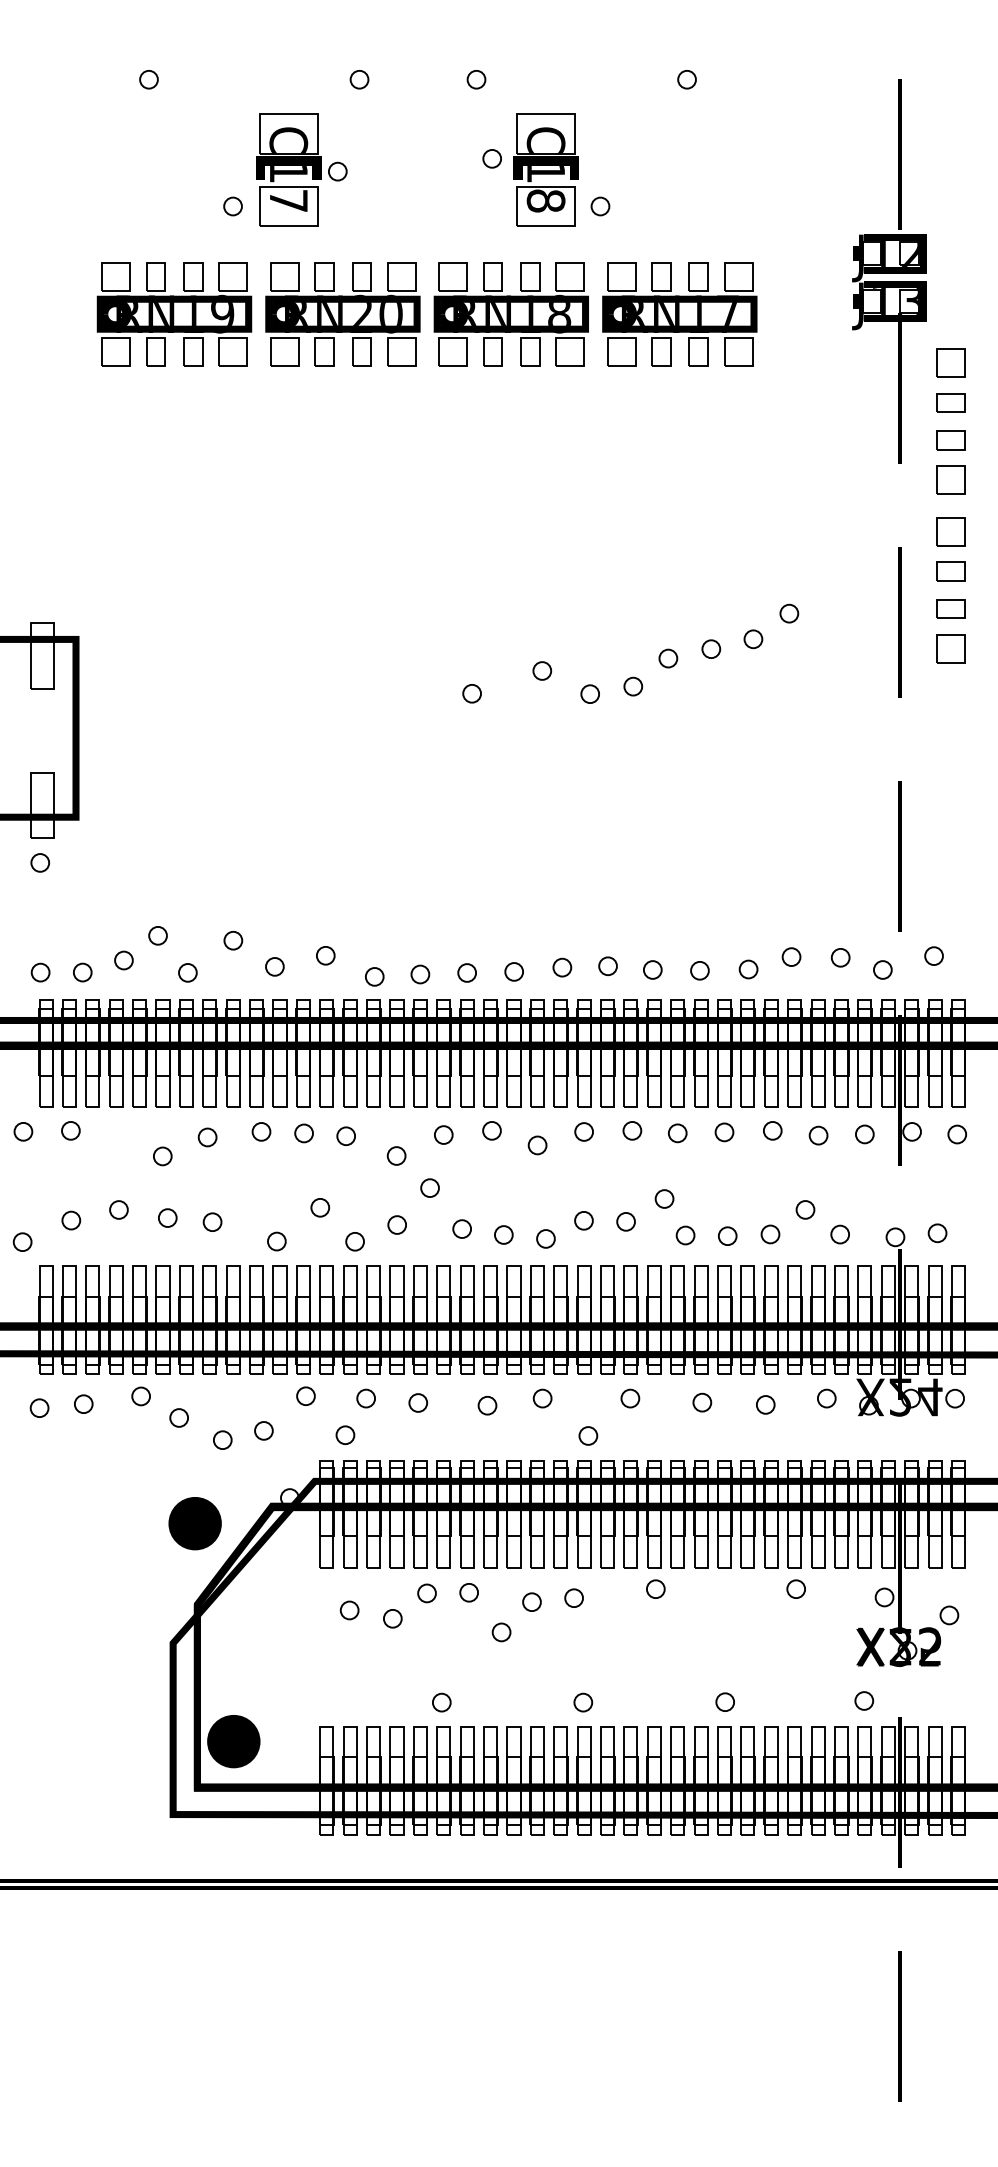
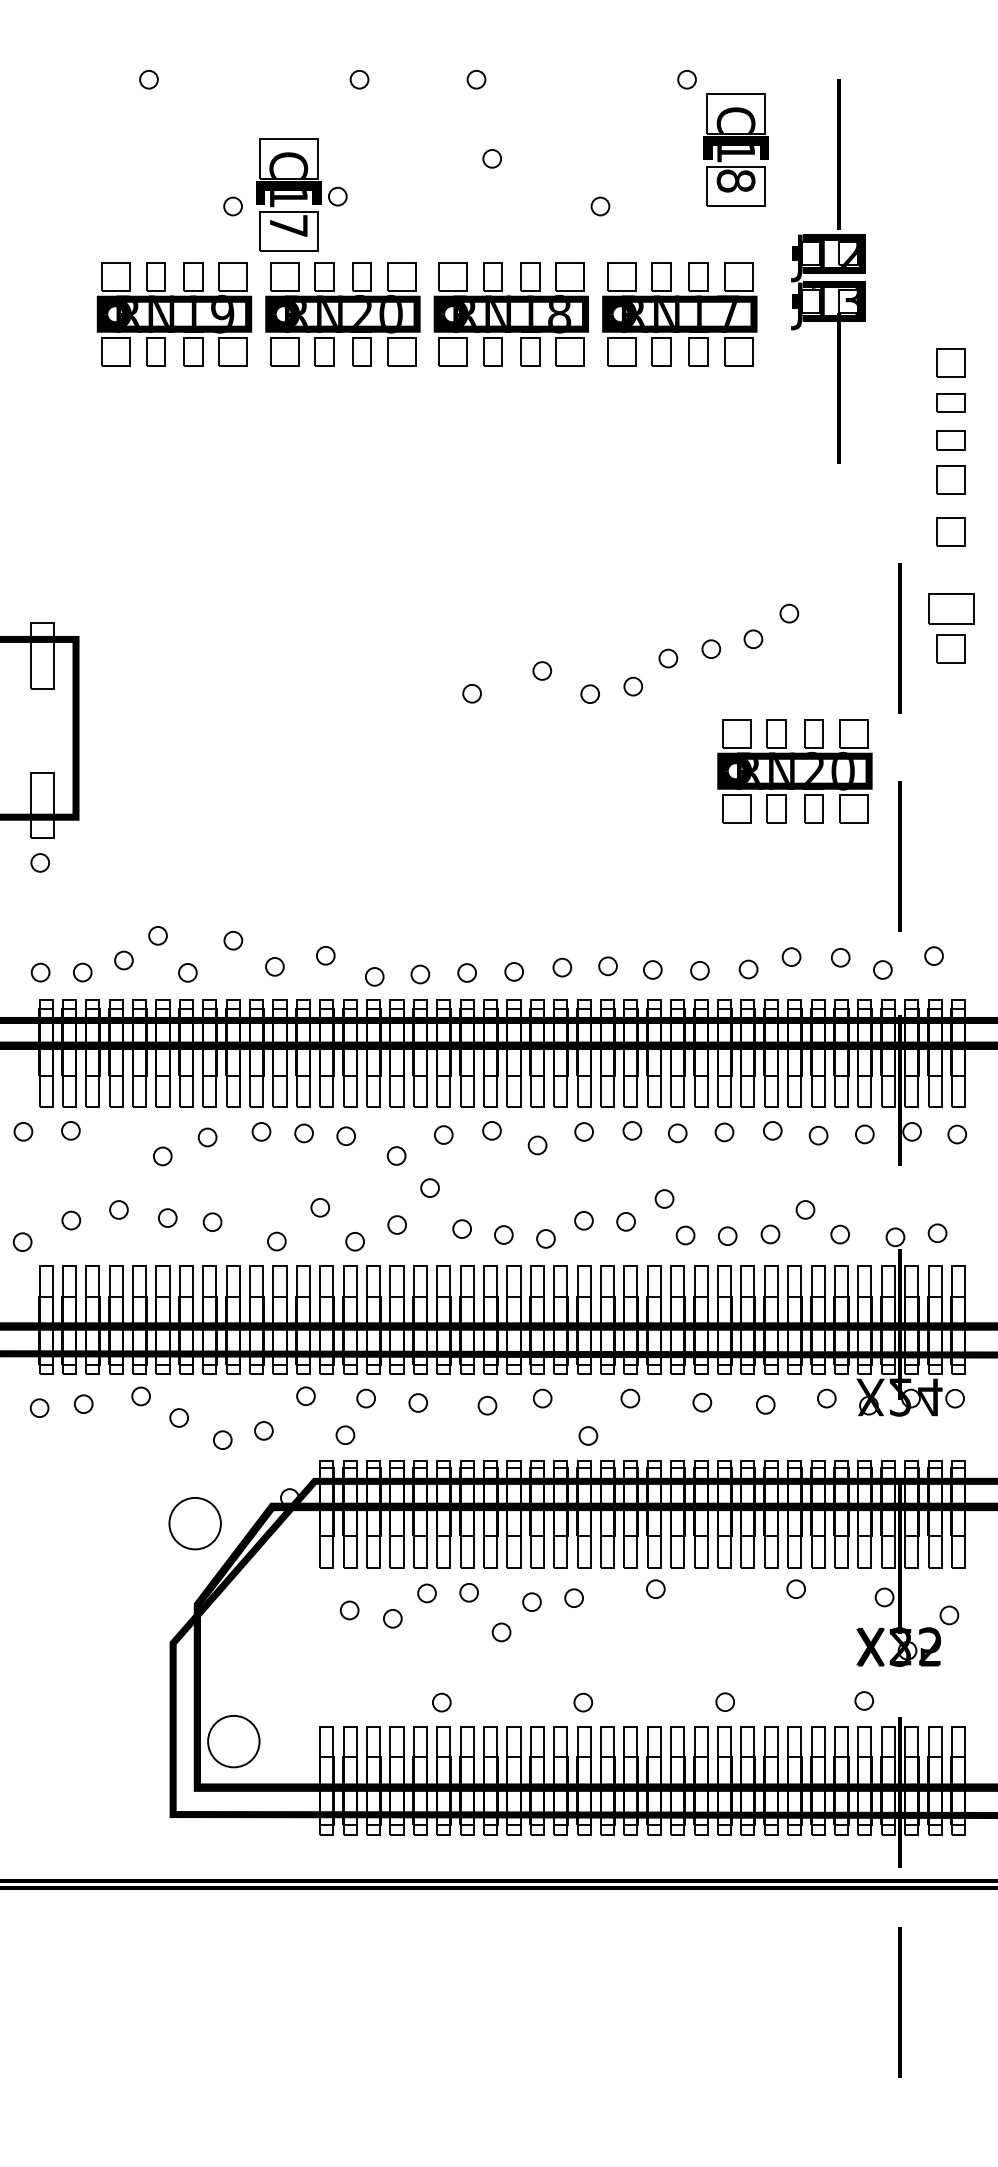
part at (301, 169) position: (301, 169) -> (301, 194)
part at (545, 169) position: (545, 169) -> (735, 149)
part at (889, 271) position: (889, 271) -> (828, 271)
part at (950, 571): present -> none
part at (950, 608) size: 30x20 px -> 47x32 px
line at (899, 622) position: (899, 622) -> (899, 638)
part at (794, 771): none -> present
fill at (194, 1523): present -> none
fill at (233, 1741): present -> none
line at (899, 2026) position: (899, 2026) -> (899, 2002)
